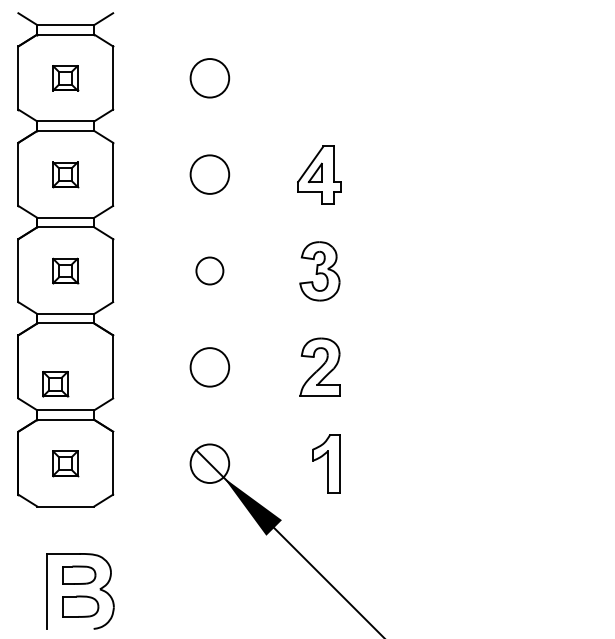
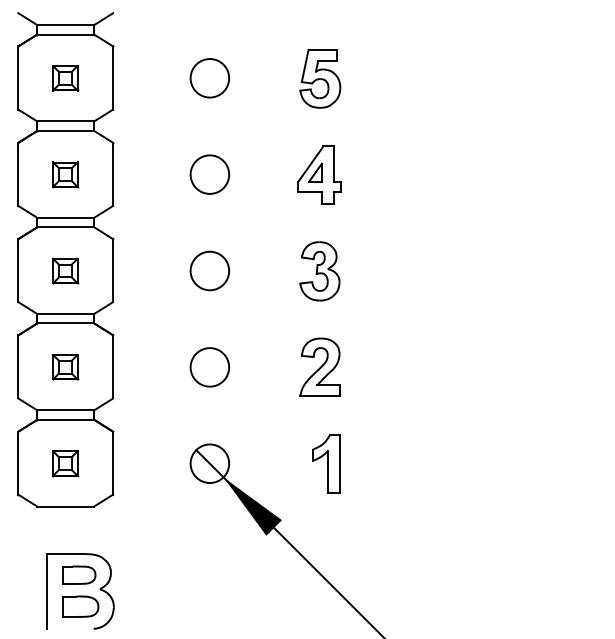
part at (320, 78): none -> present
circle at (209, 270) diameter: 27 px -> 39 px
part at (55, 384) position: (55, 384) -> (65, 367)
